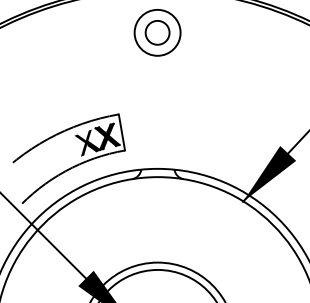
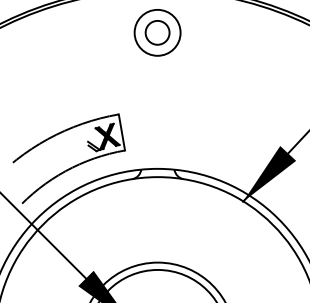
fill at (86, 142): present -> none
